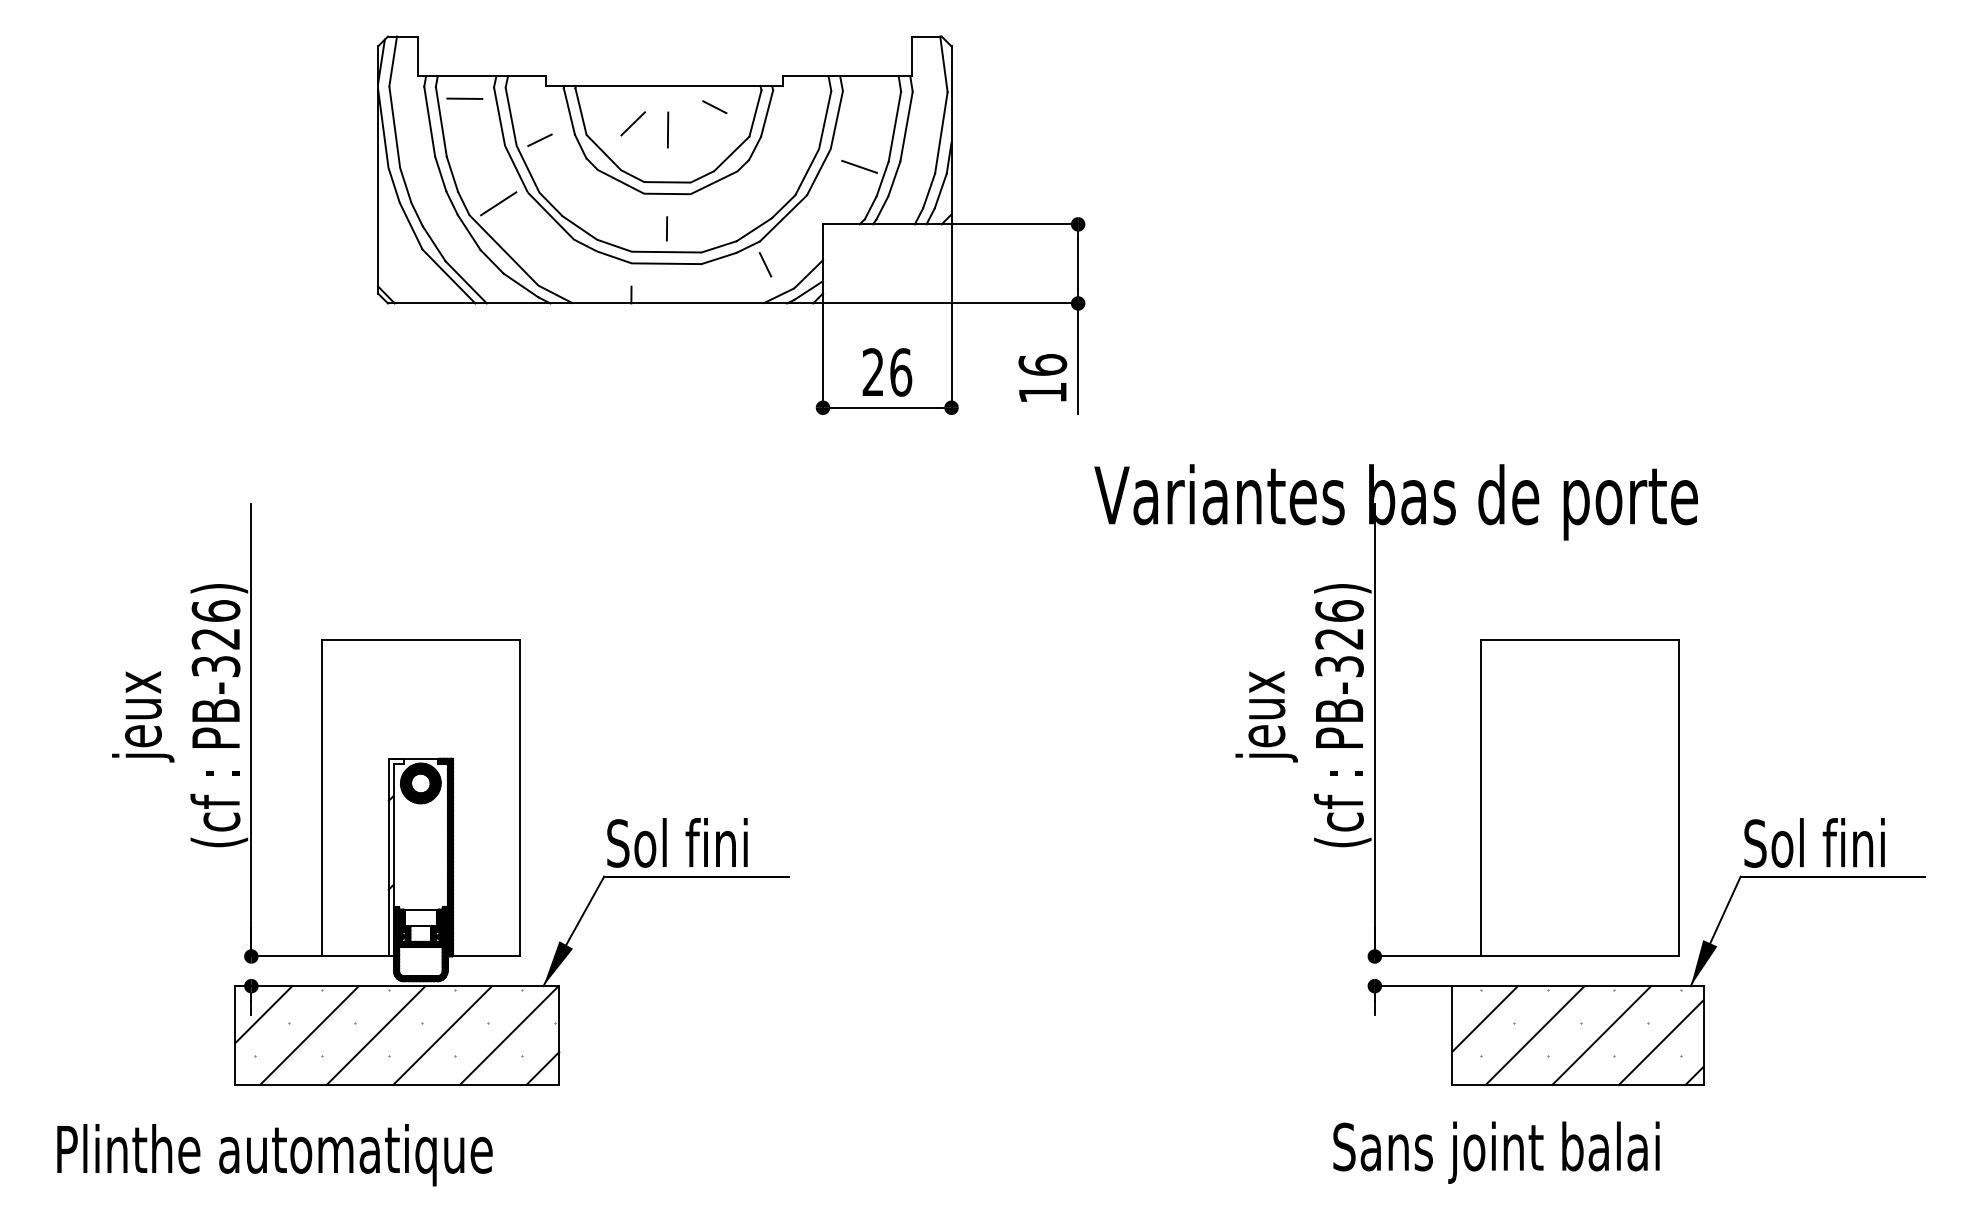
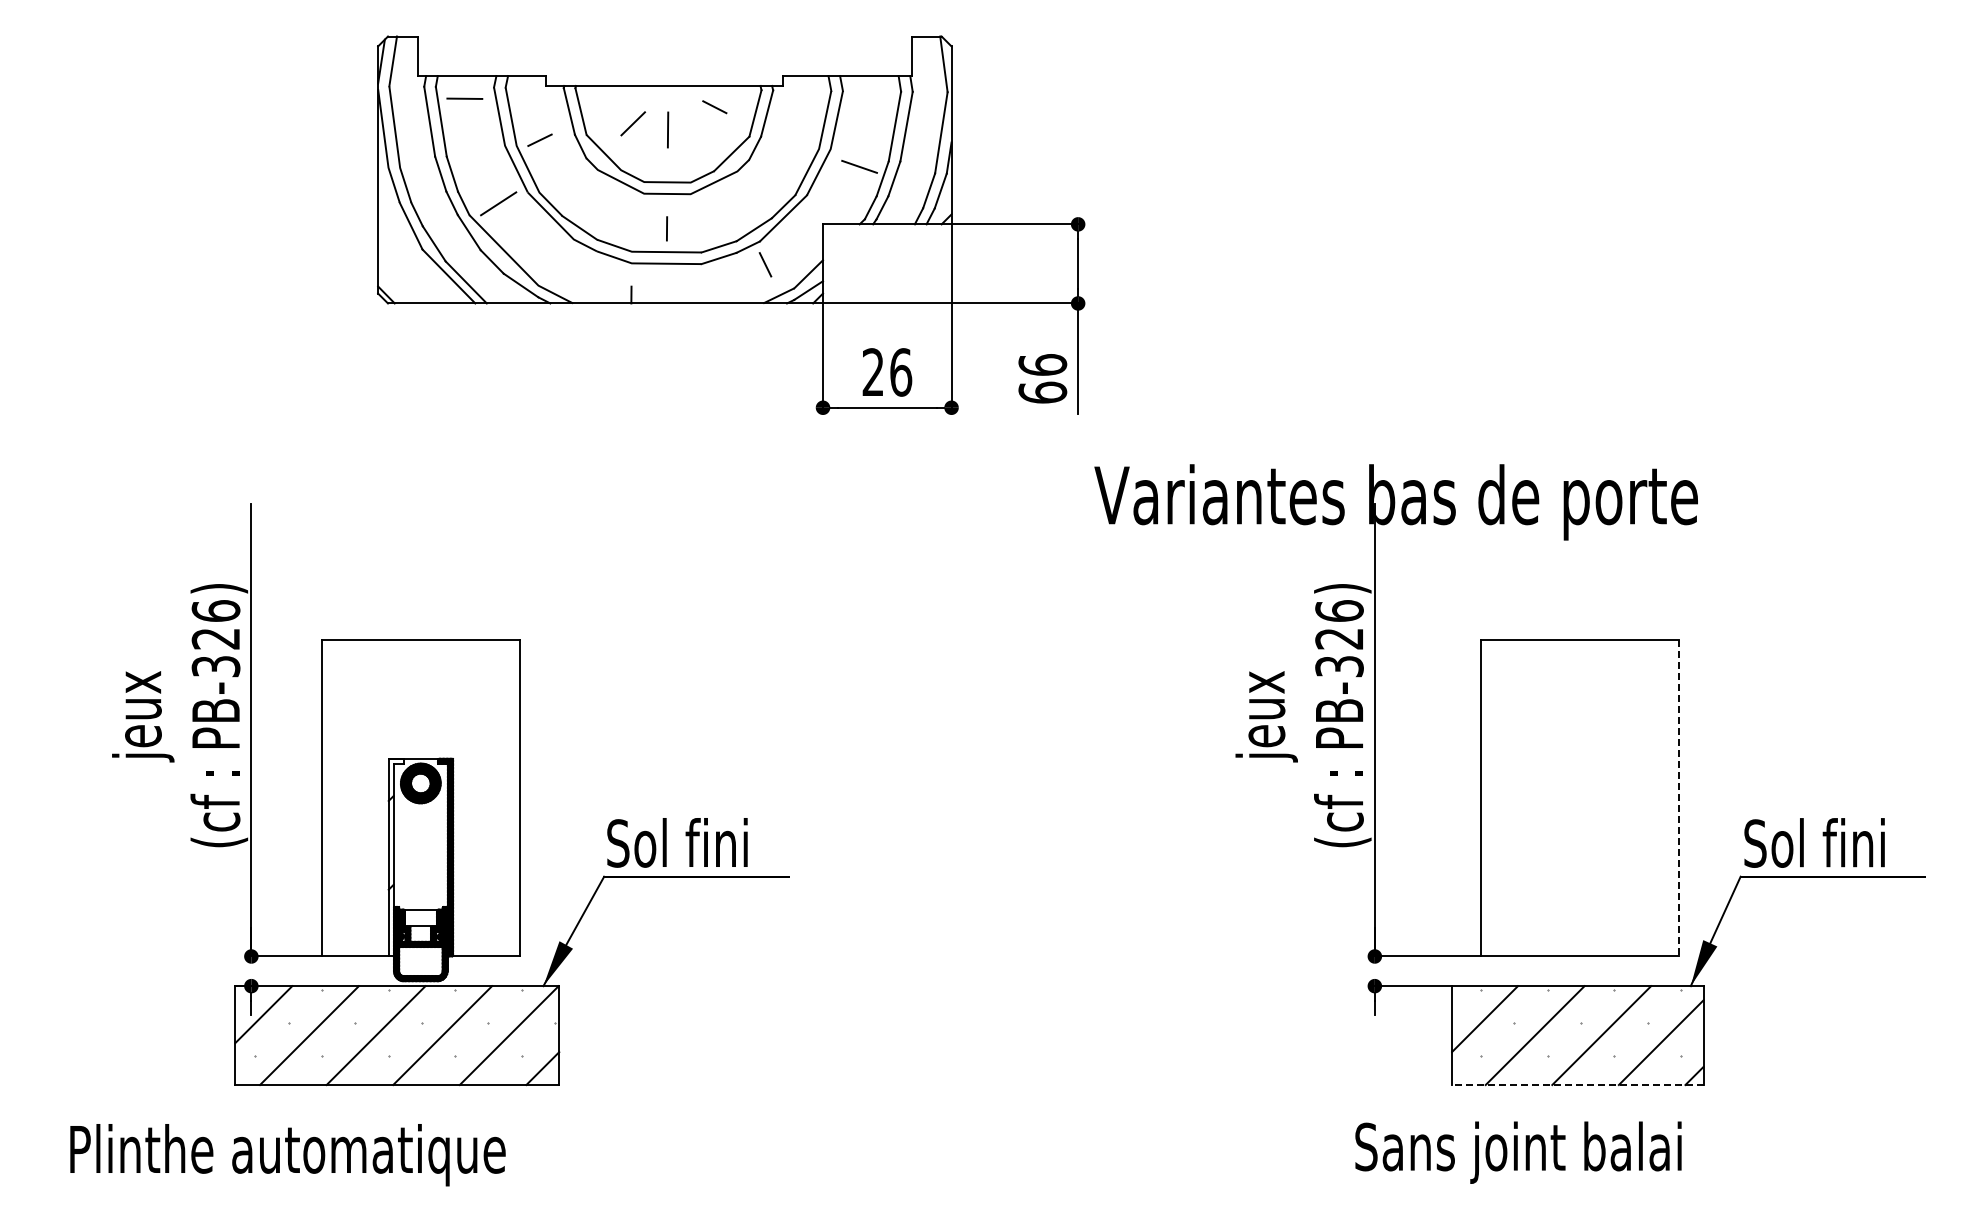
text at (1042, 392): 16 -> 66
line at (1678, 798): solid -> dashed
line at (1577, 1085): solid -> dashed
text at (1496, 1152) position: (1496, 1152) -> (1518, 1152)
text at (274, 1155) position: (274, 1155) -> (287, 1155)
